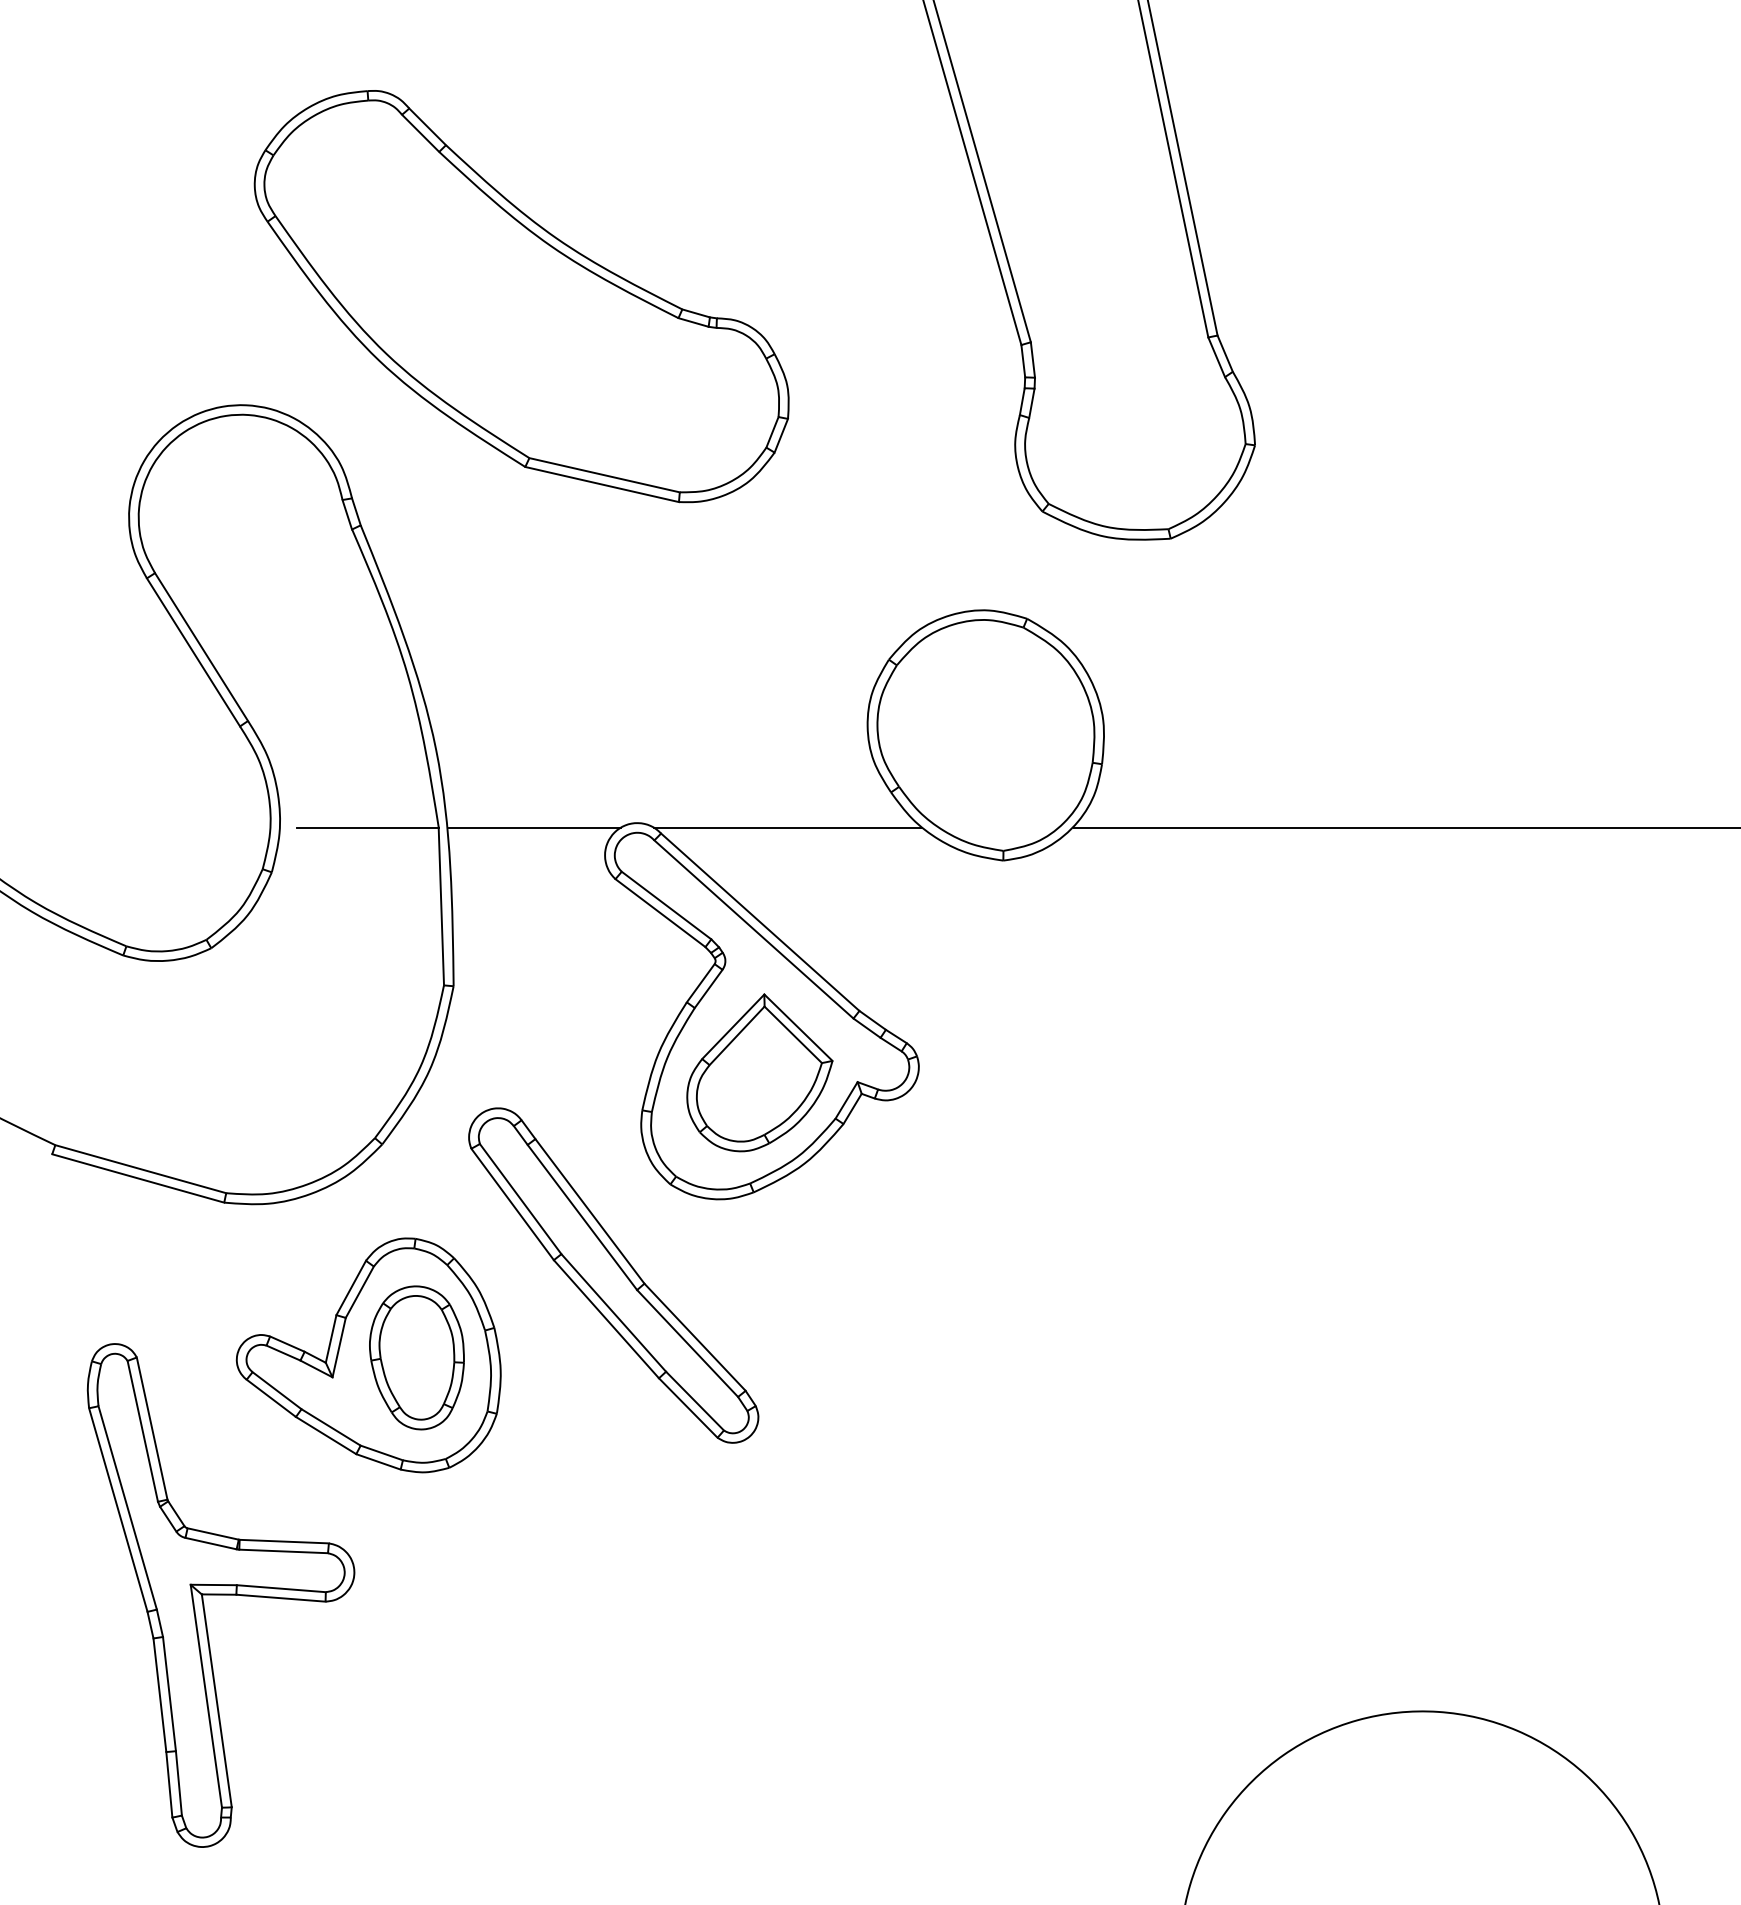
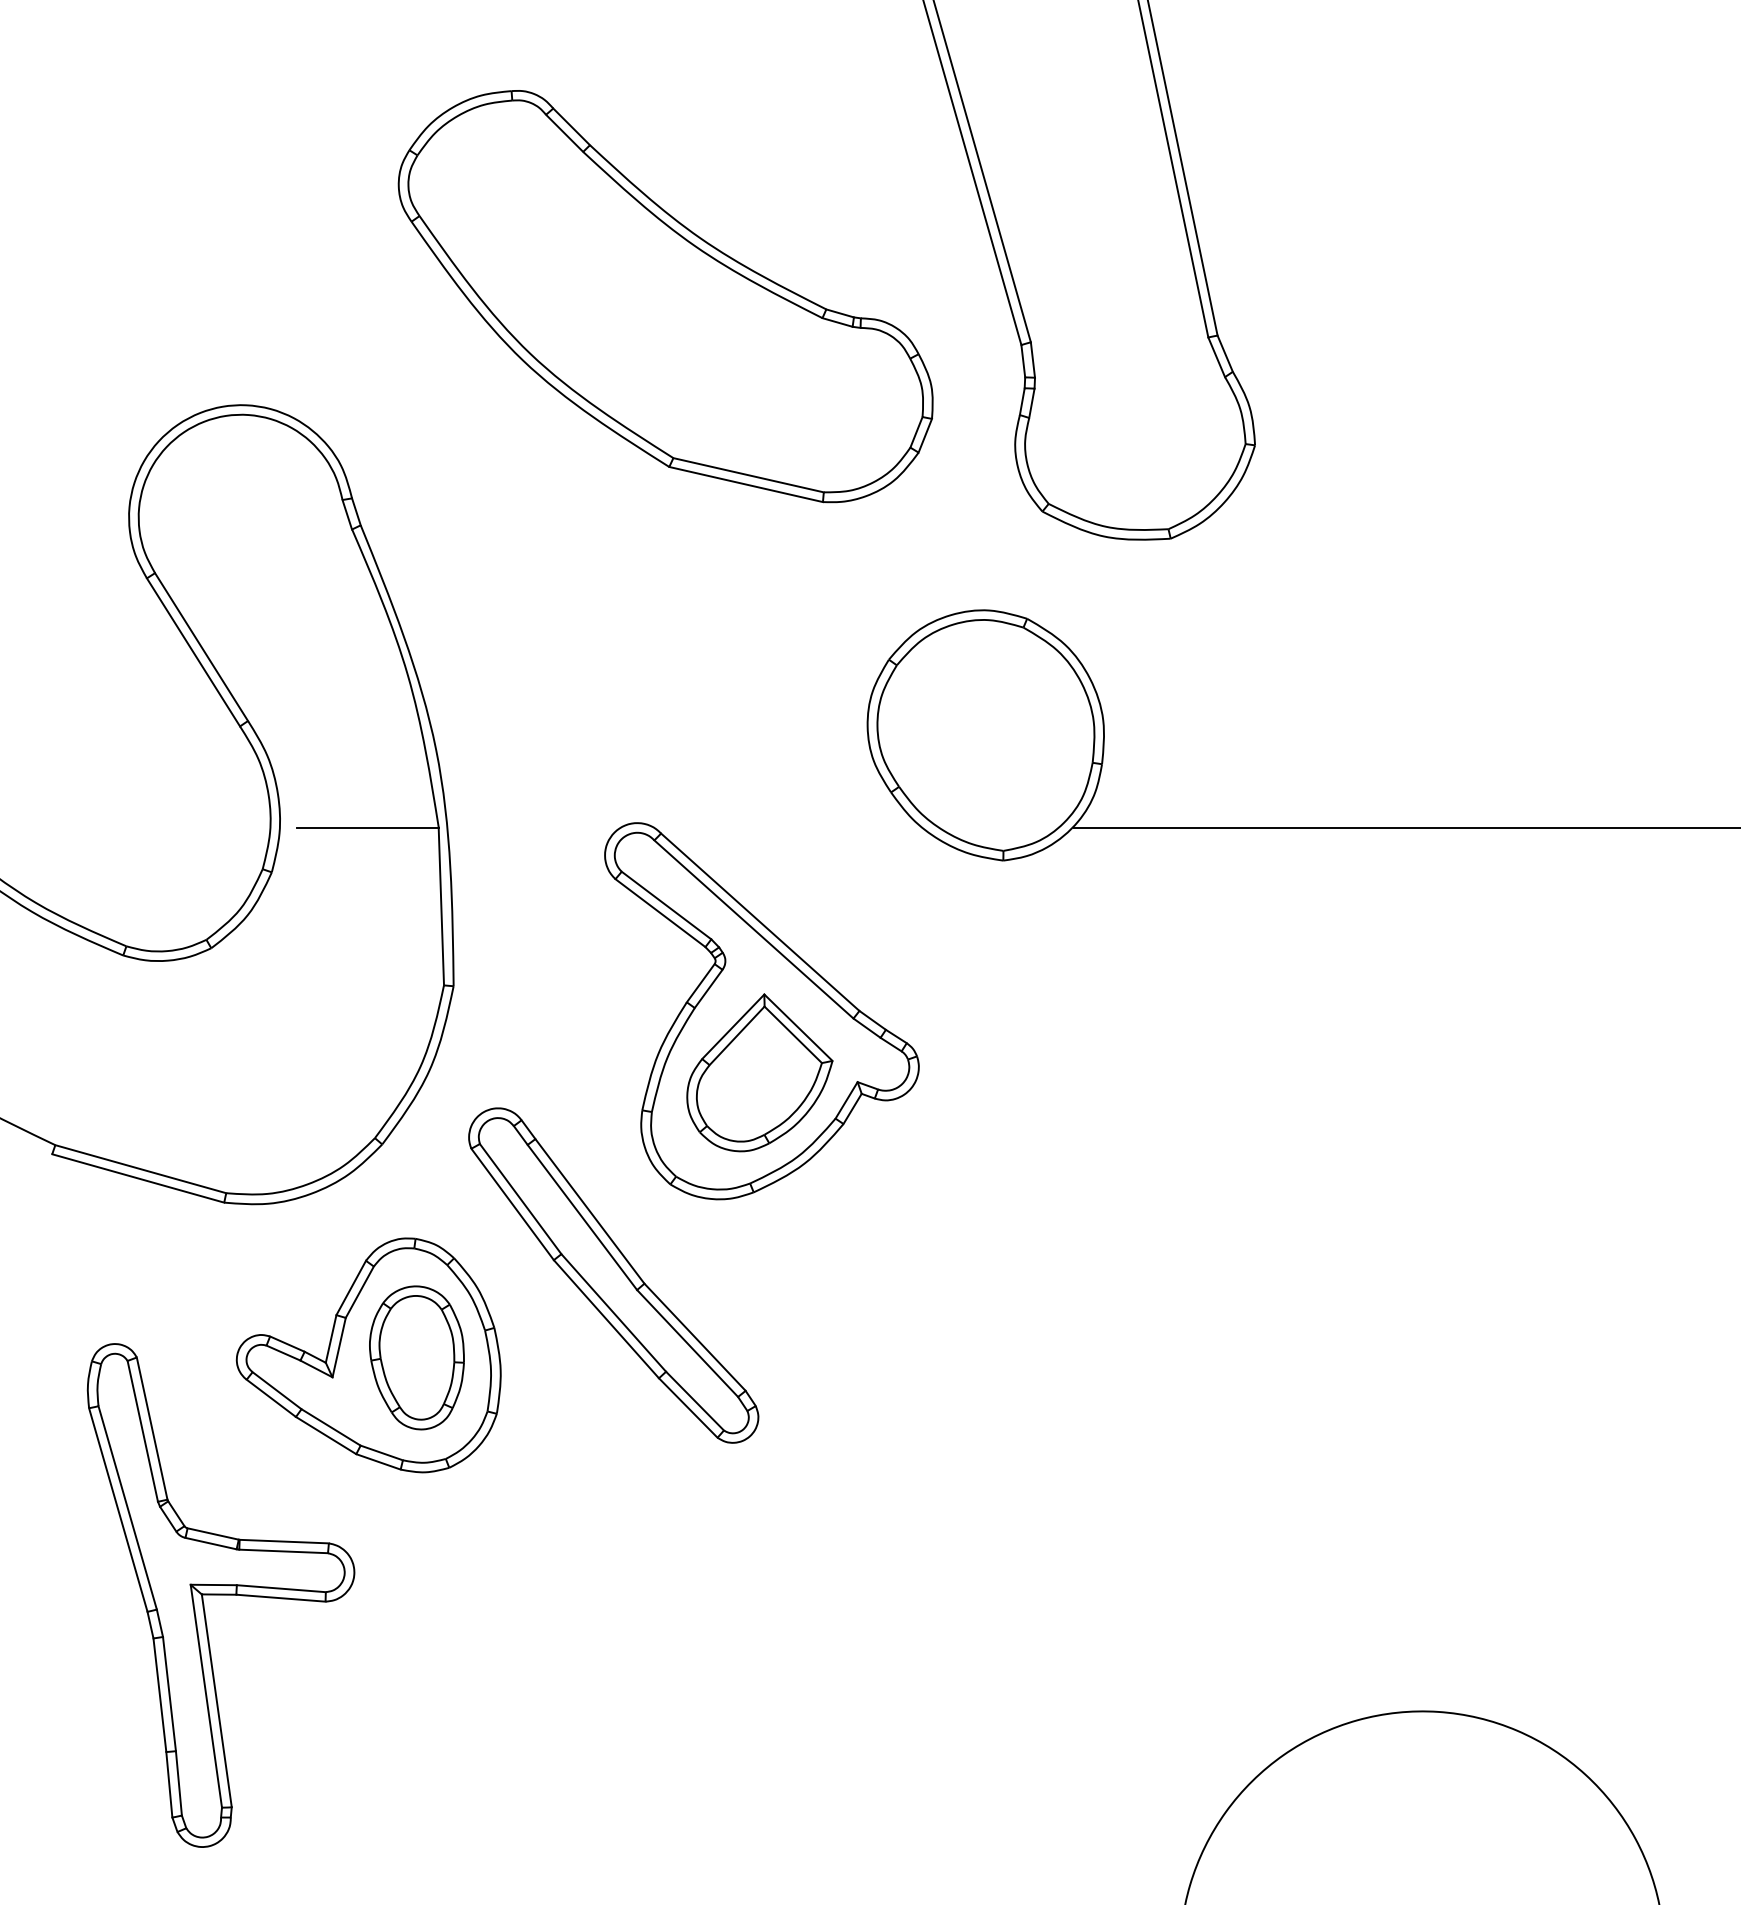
part at (521, 296) position: (521, 296) -> (665, 296)
line at (534, 827): present -> none
line at (788, 827): present -> none
